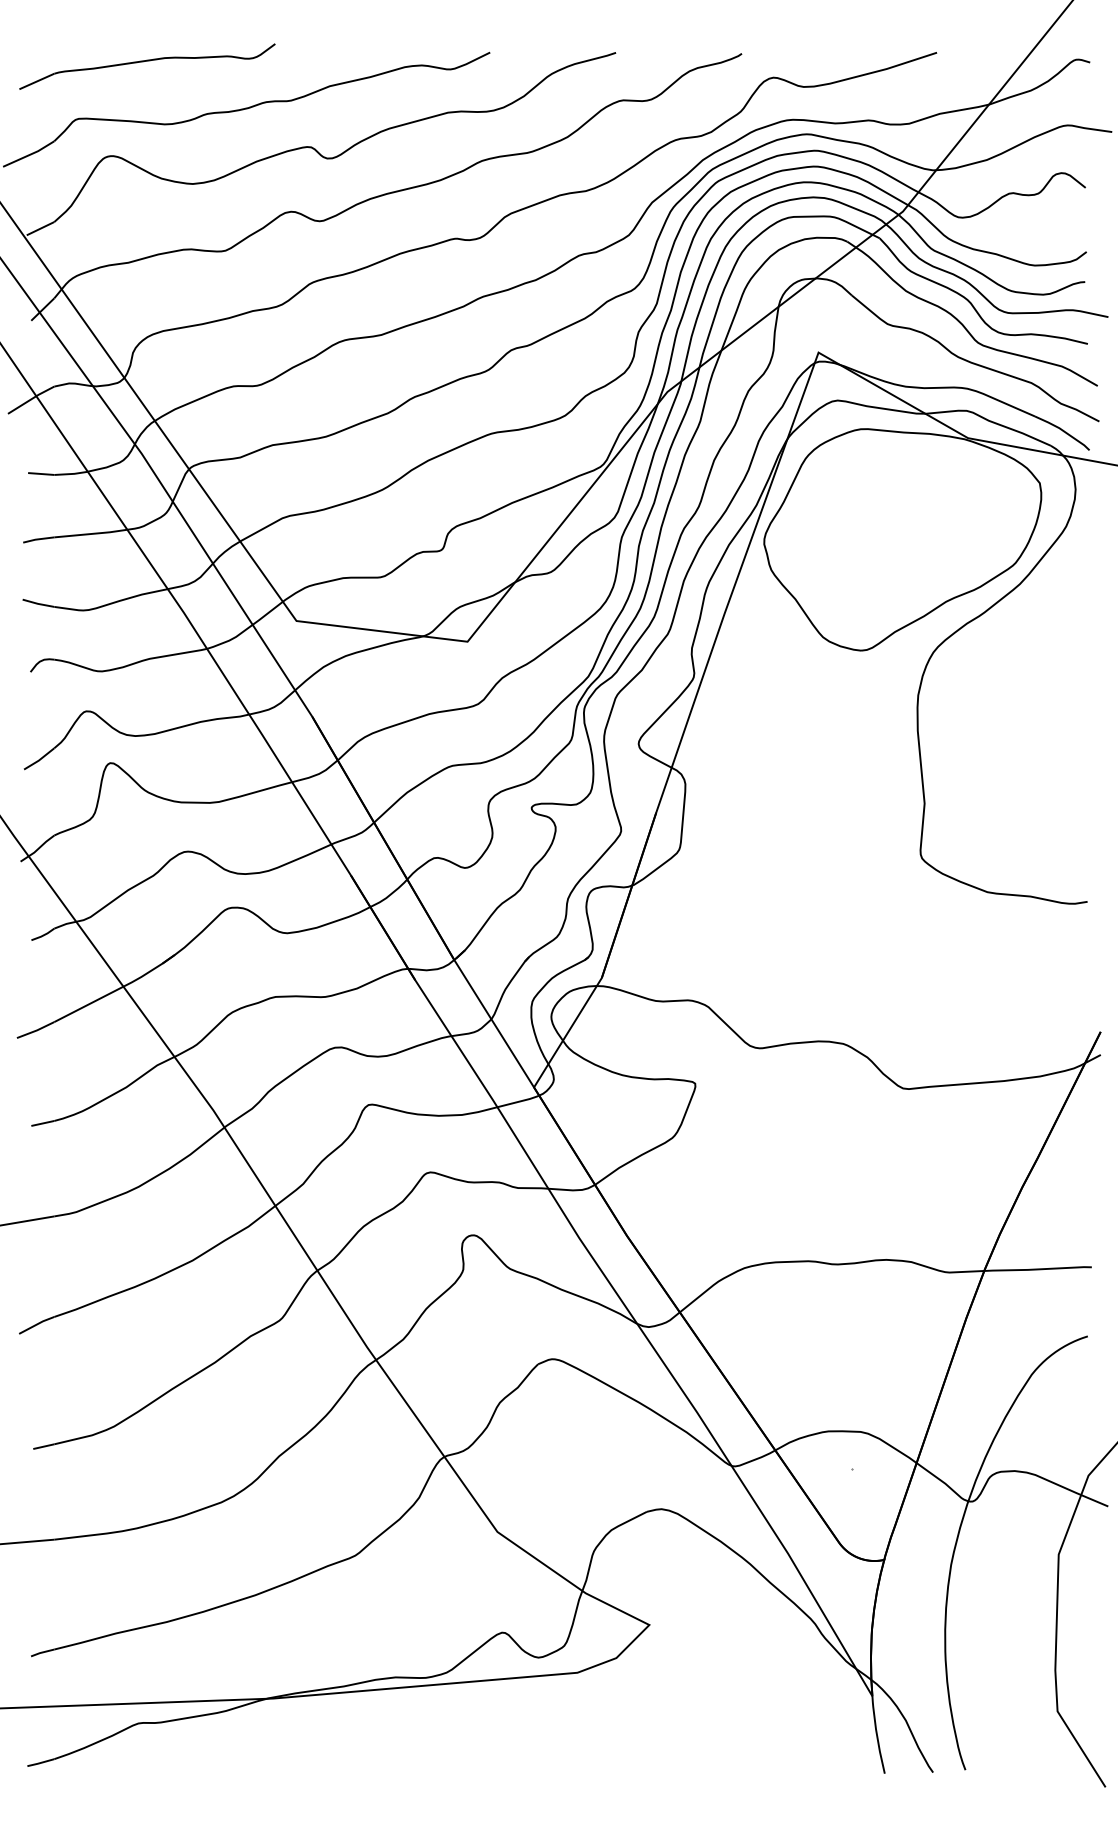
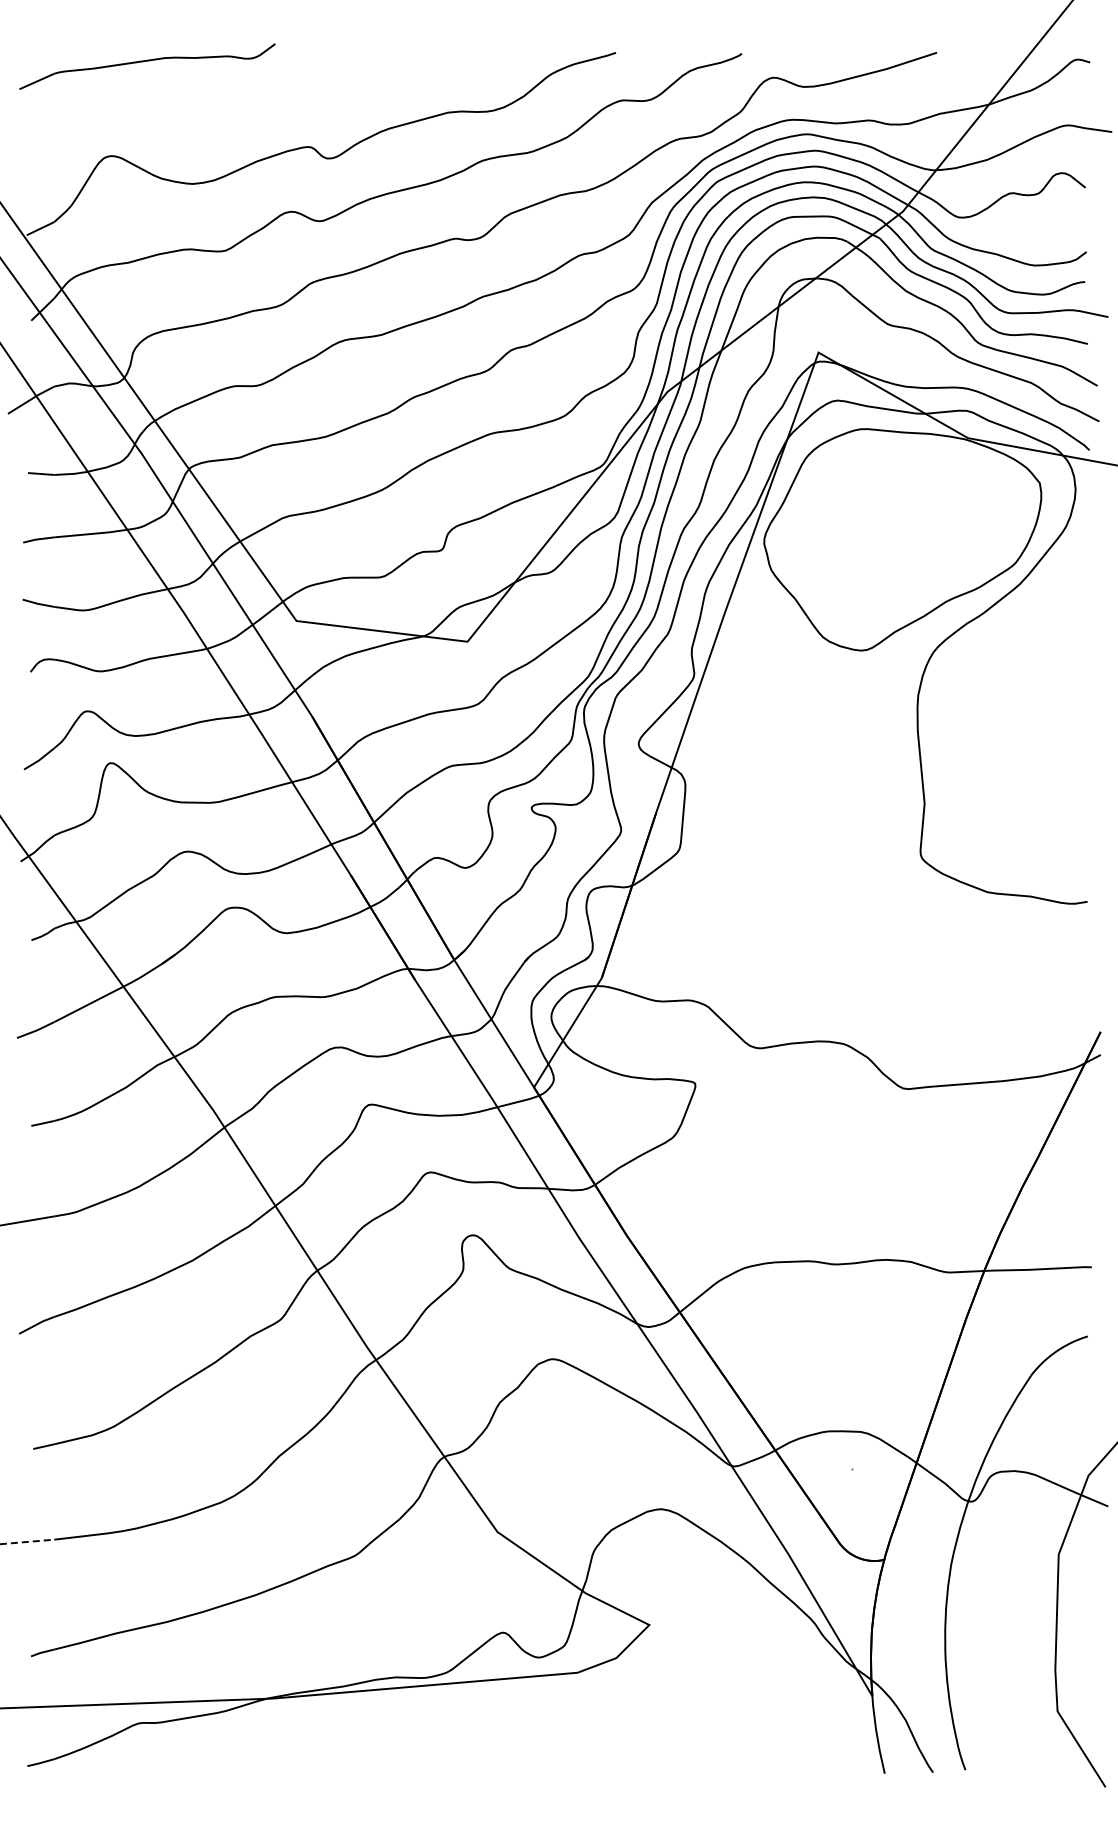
part at (246, 109): present -> none
line at (27, 1541): solid -> dashed
